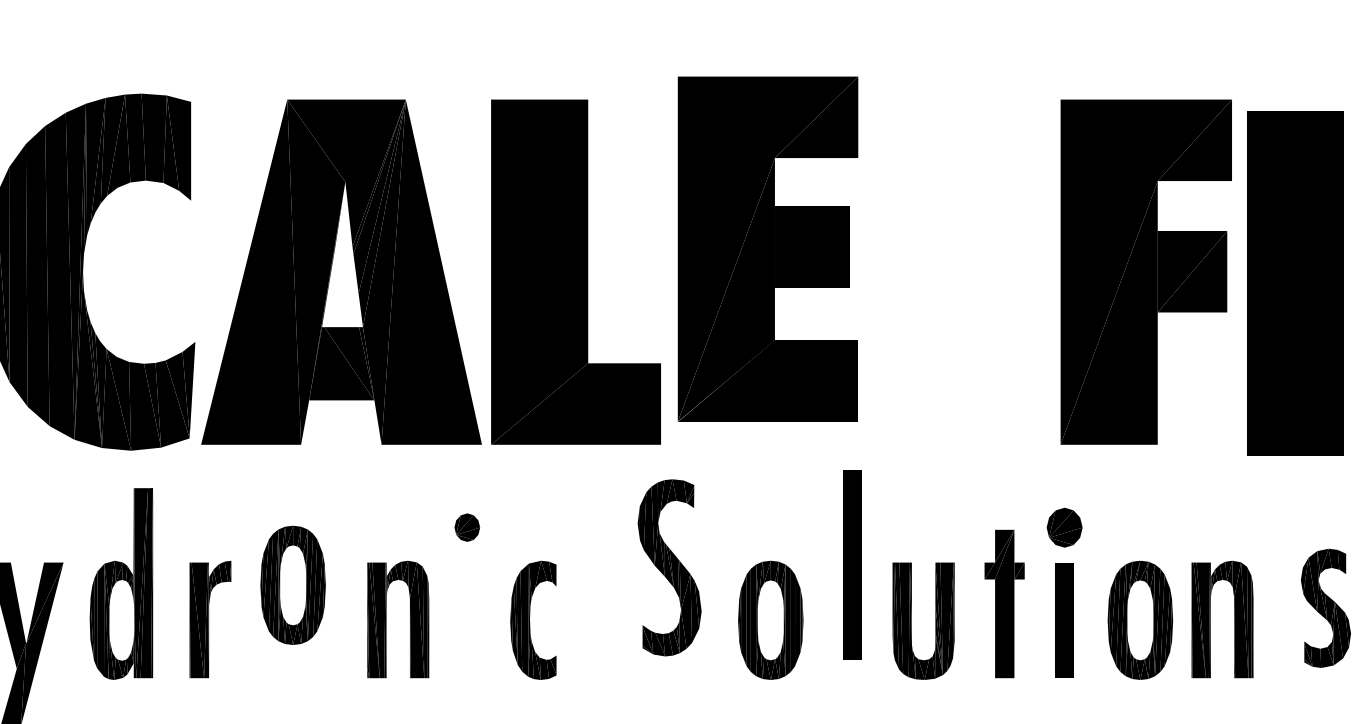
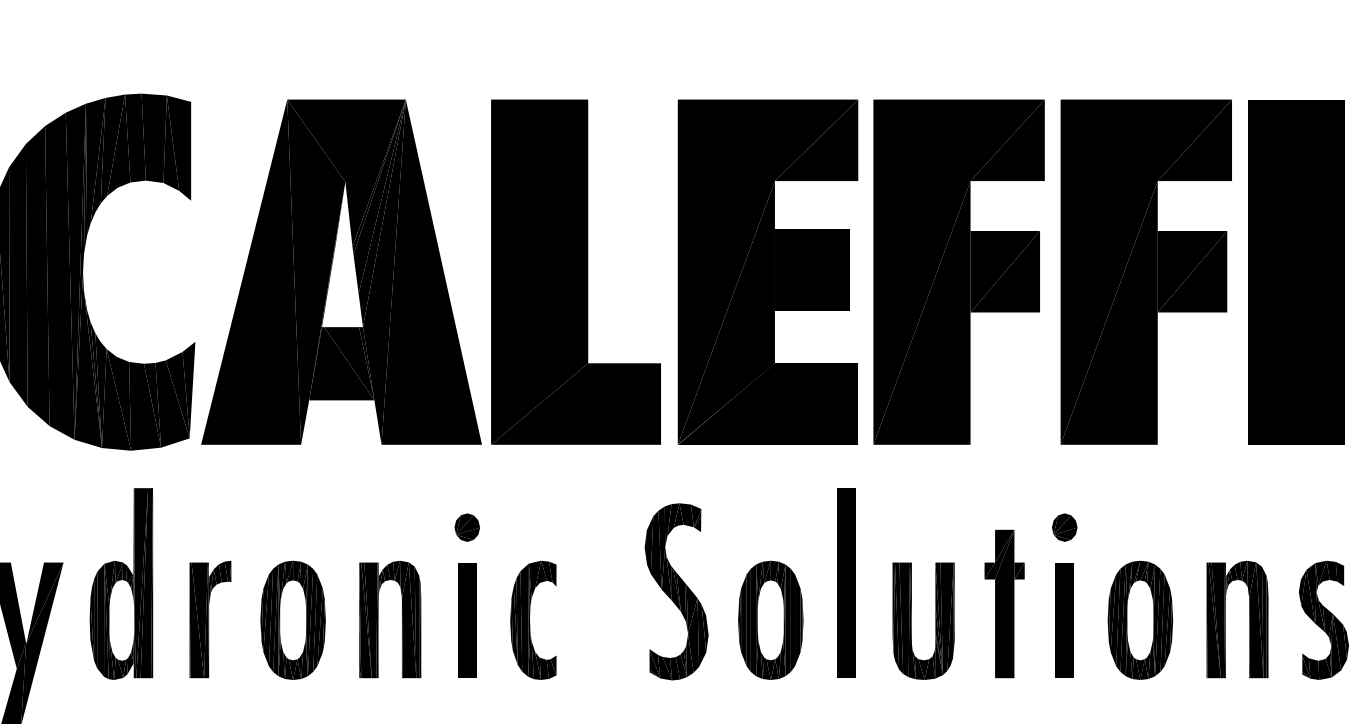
part at (767, 248) position: (767, 248) -> (767, 271)
part at (958, 271): none -> present
part at (1295, 283) position: (1295, 283) -> (1296, 272)
part at (1064, 527) size: 37x41 px -> 26x29 px
part at (852, 564) position: (852, 564) -> (846, 582)
part at (669, 567) position: (669, 567) -> (676, 591)
part at (292, 584) position: (292, 584) -> (292, 619)
part at (1325, 607) position: (1325, 607) -> (1323, 619)
part at (386, 619) position: (386, 619) -> (378, 619)
part at (1210, 619) position: (1210, 619) -> (1225, 619)
part at (467, 620): none -> present
